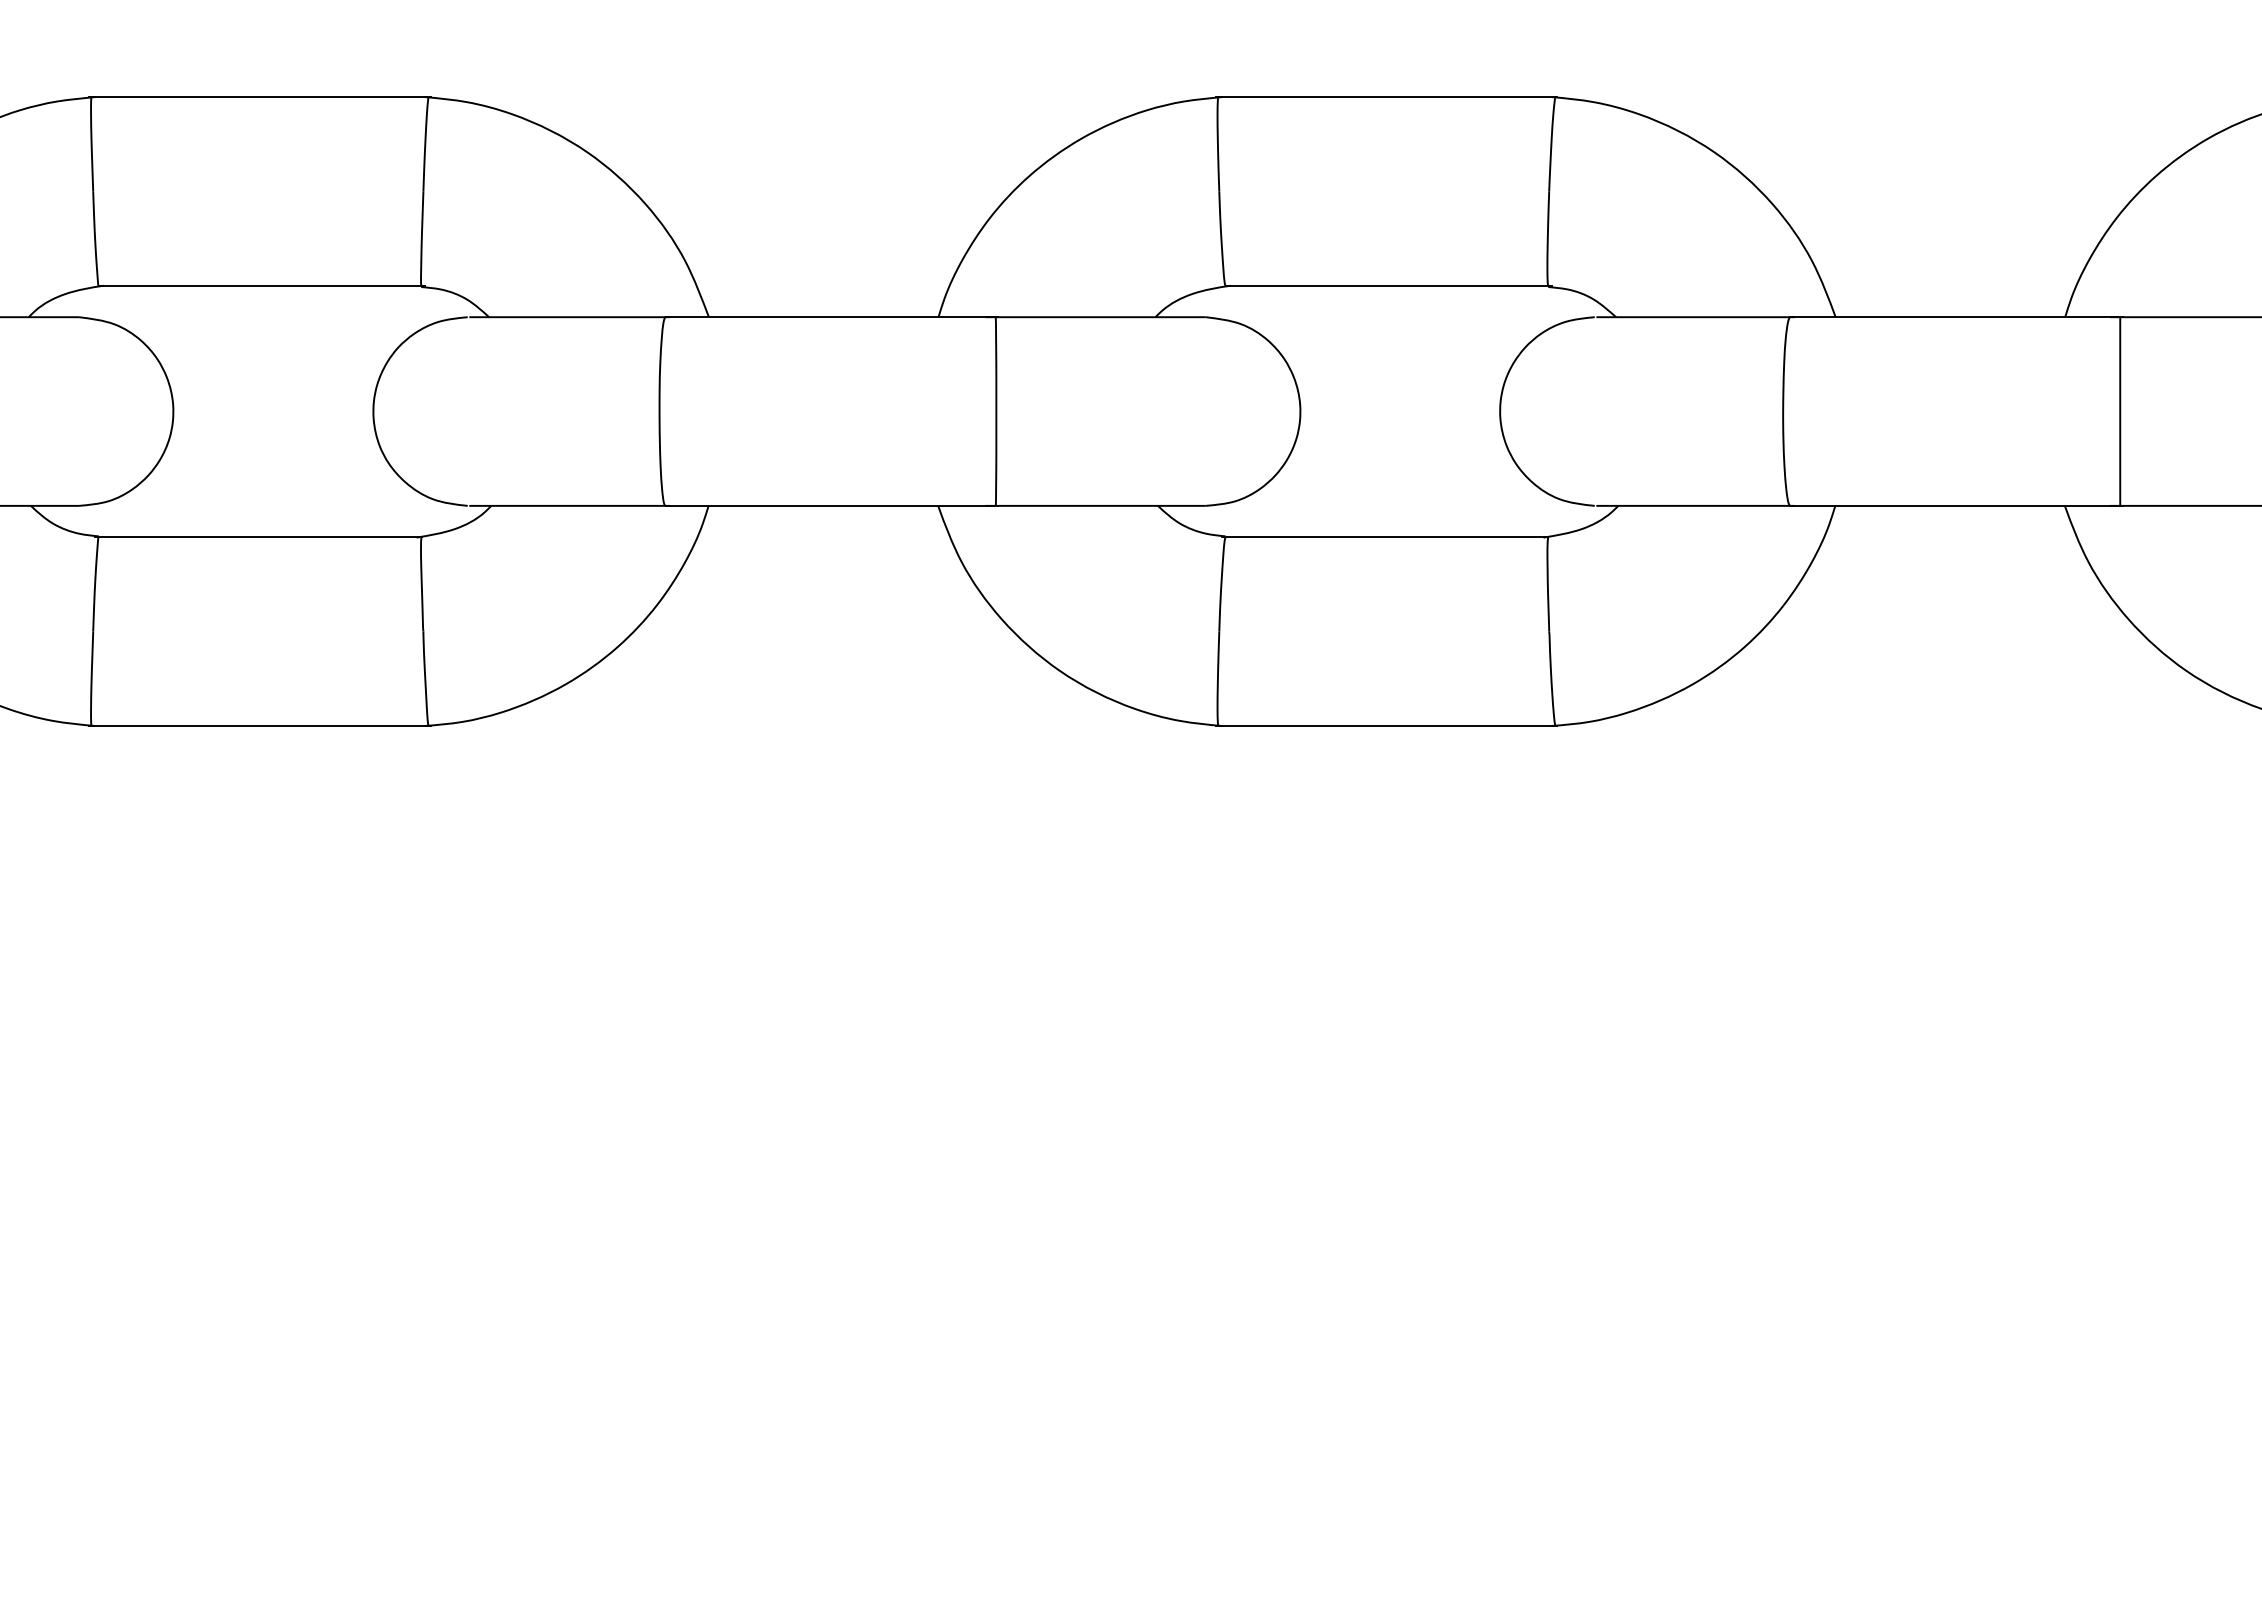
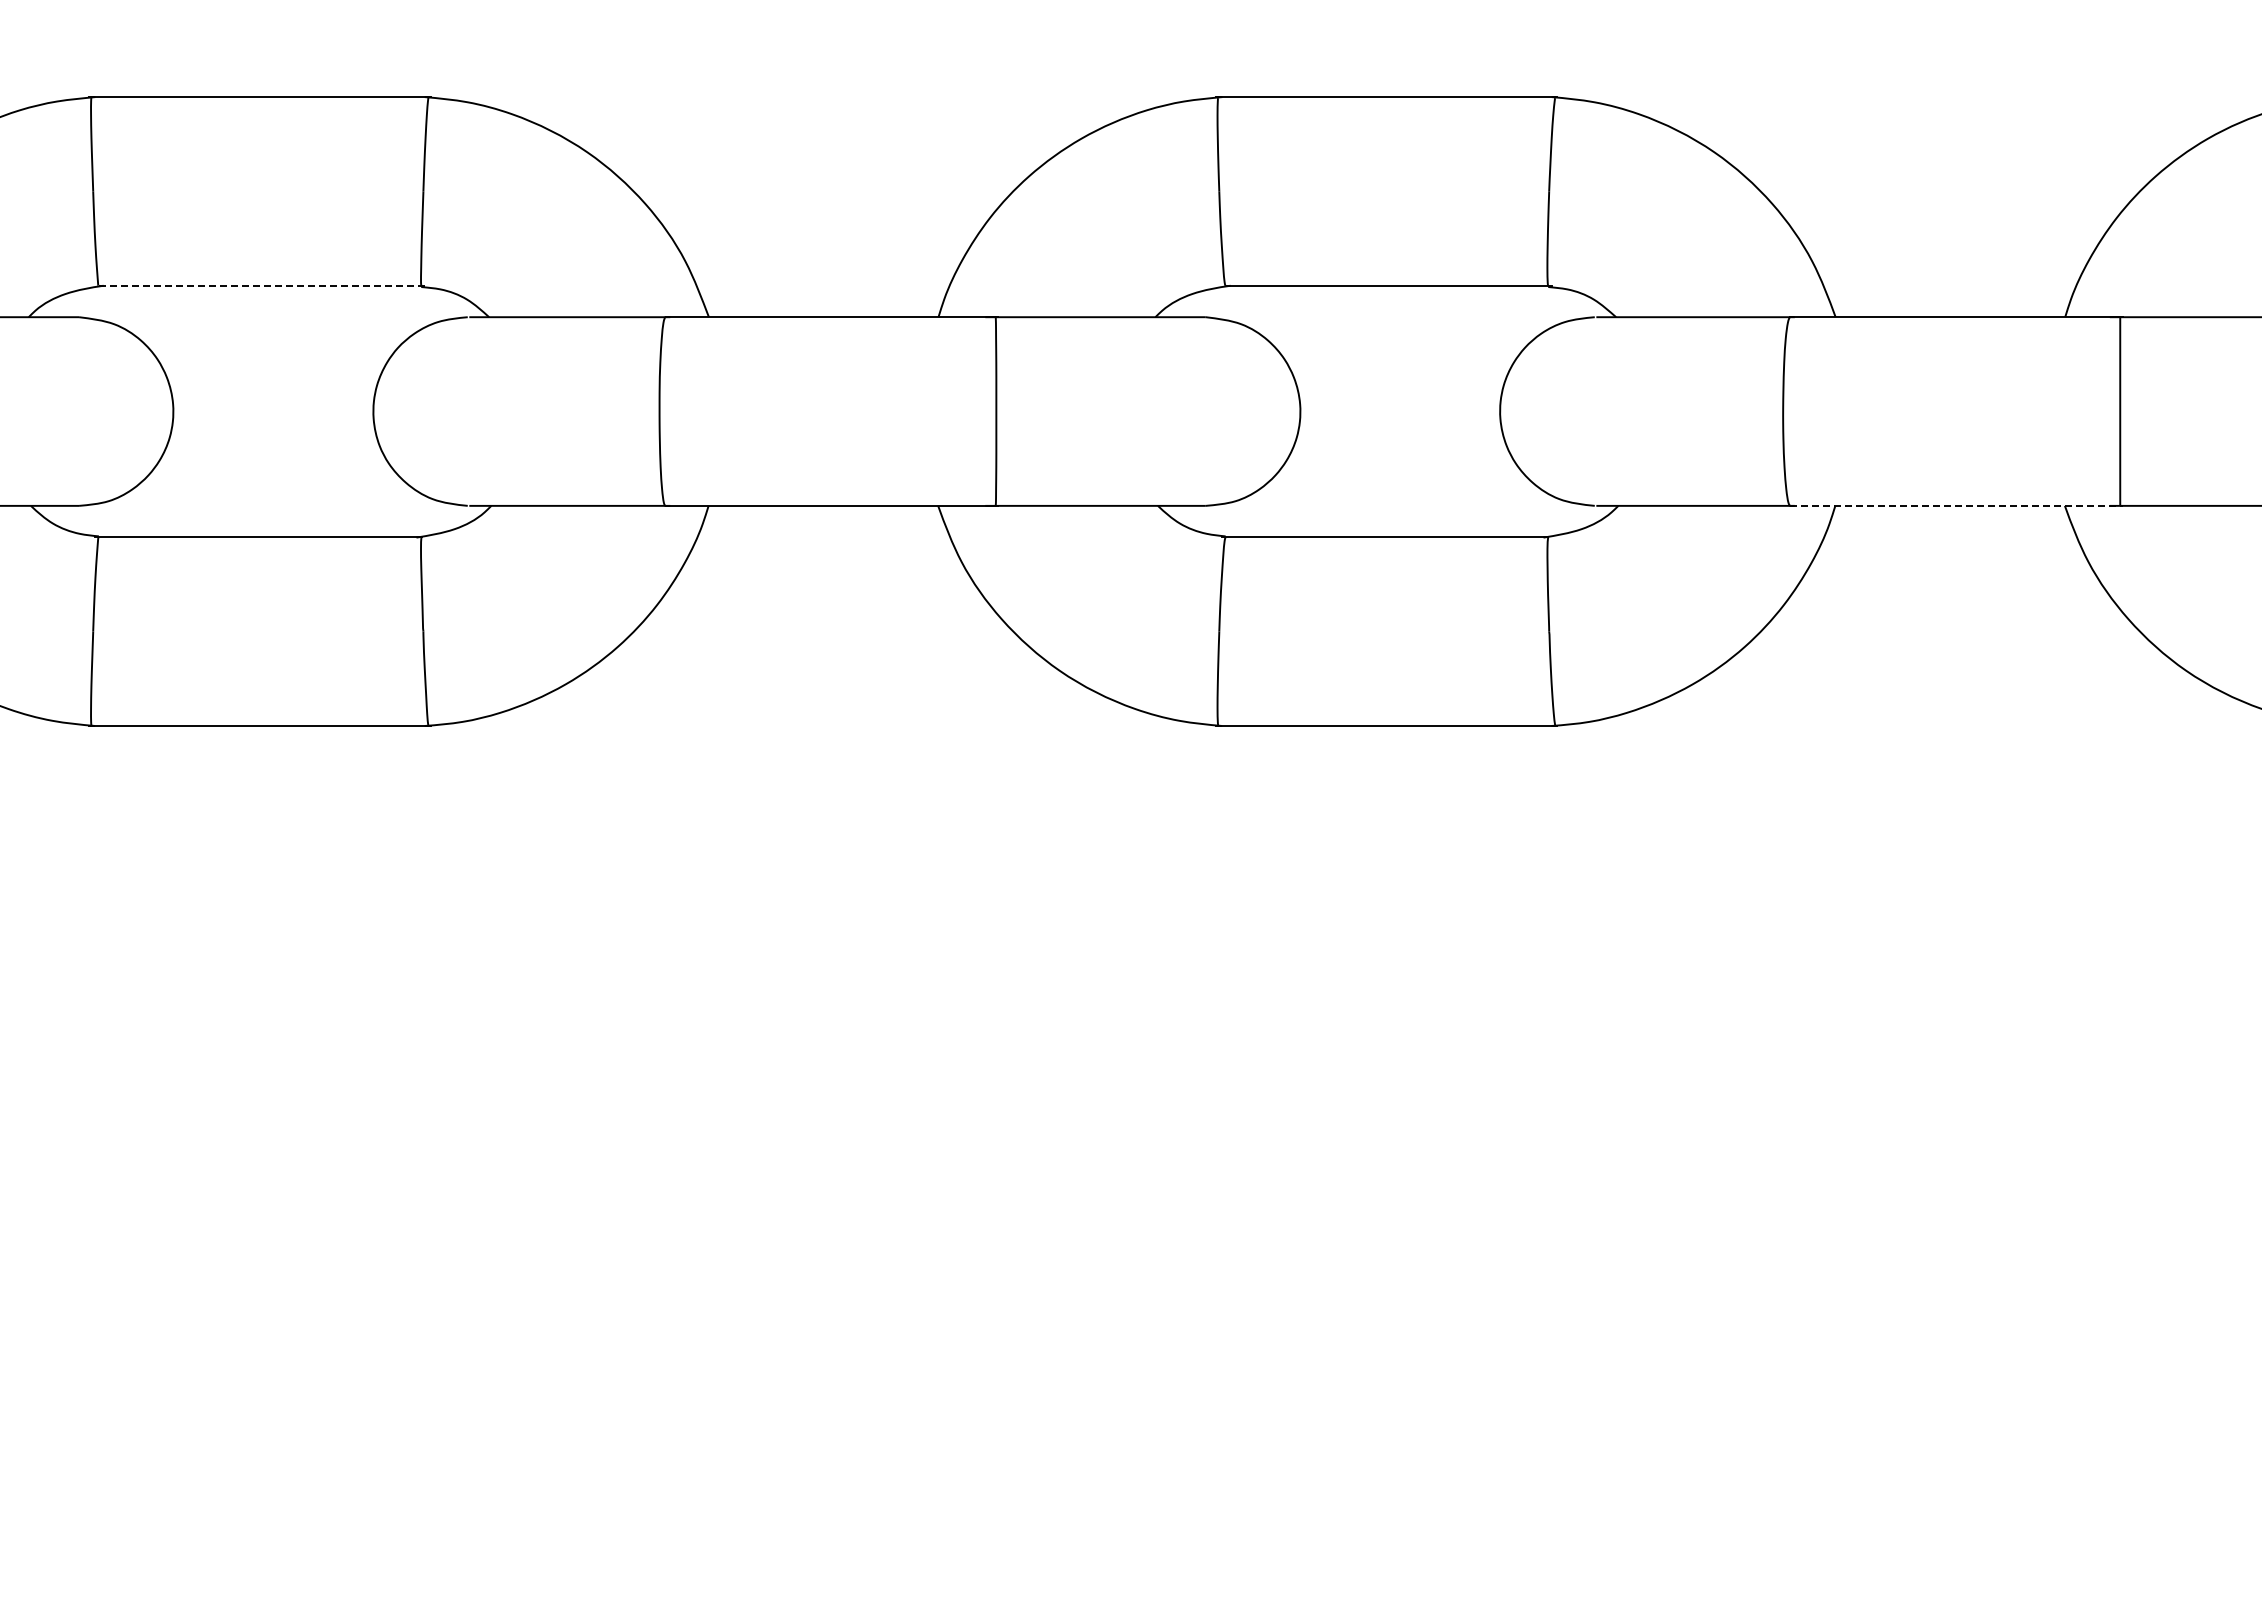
line at (262, 286): solid -> dashed
line at (1957, 505): solid -> dashed
